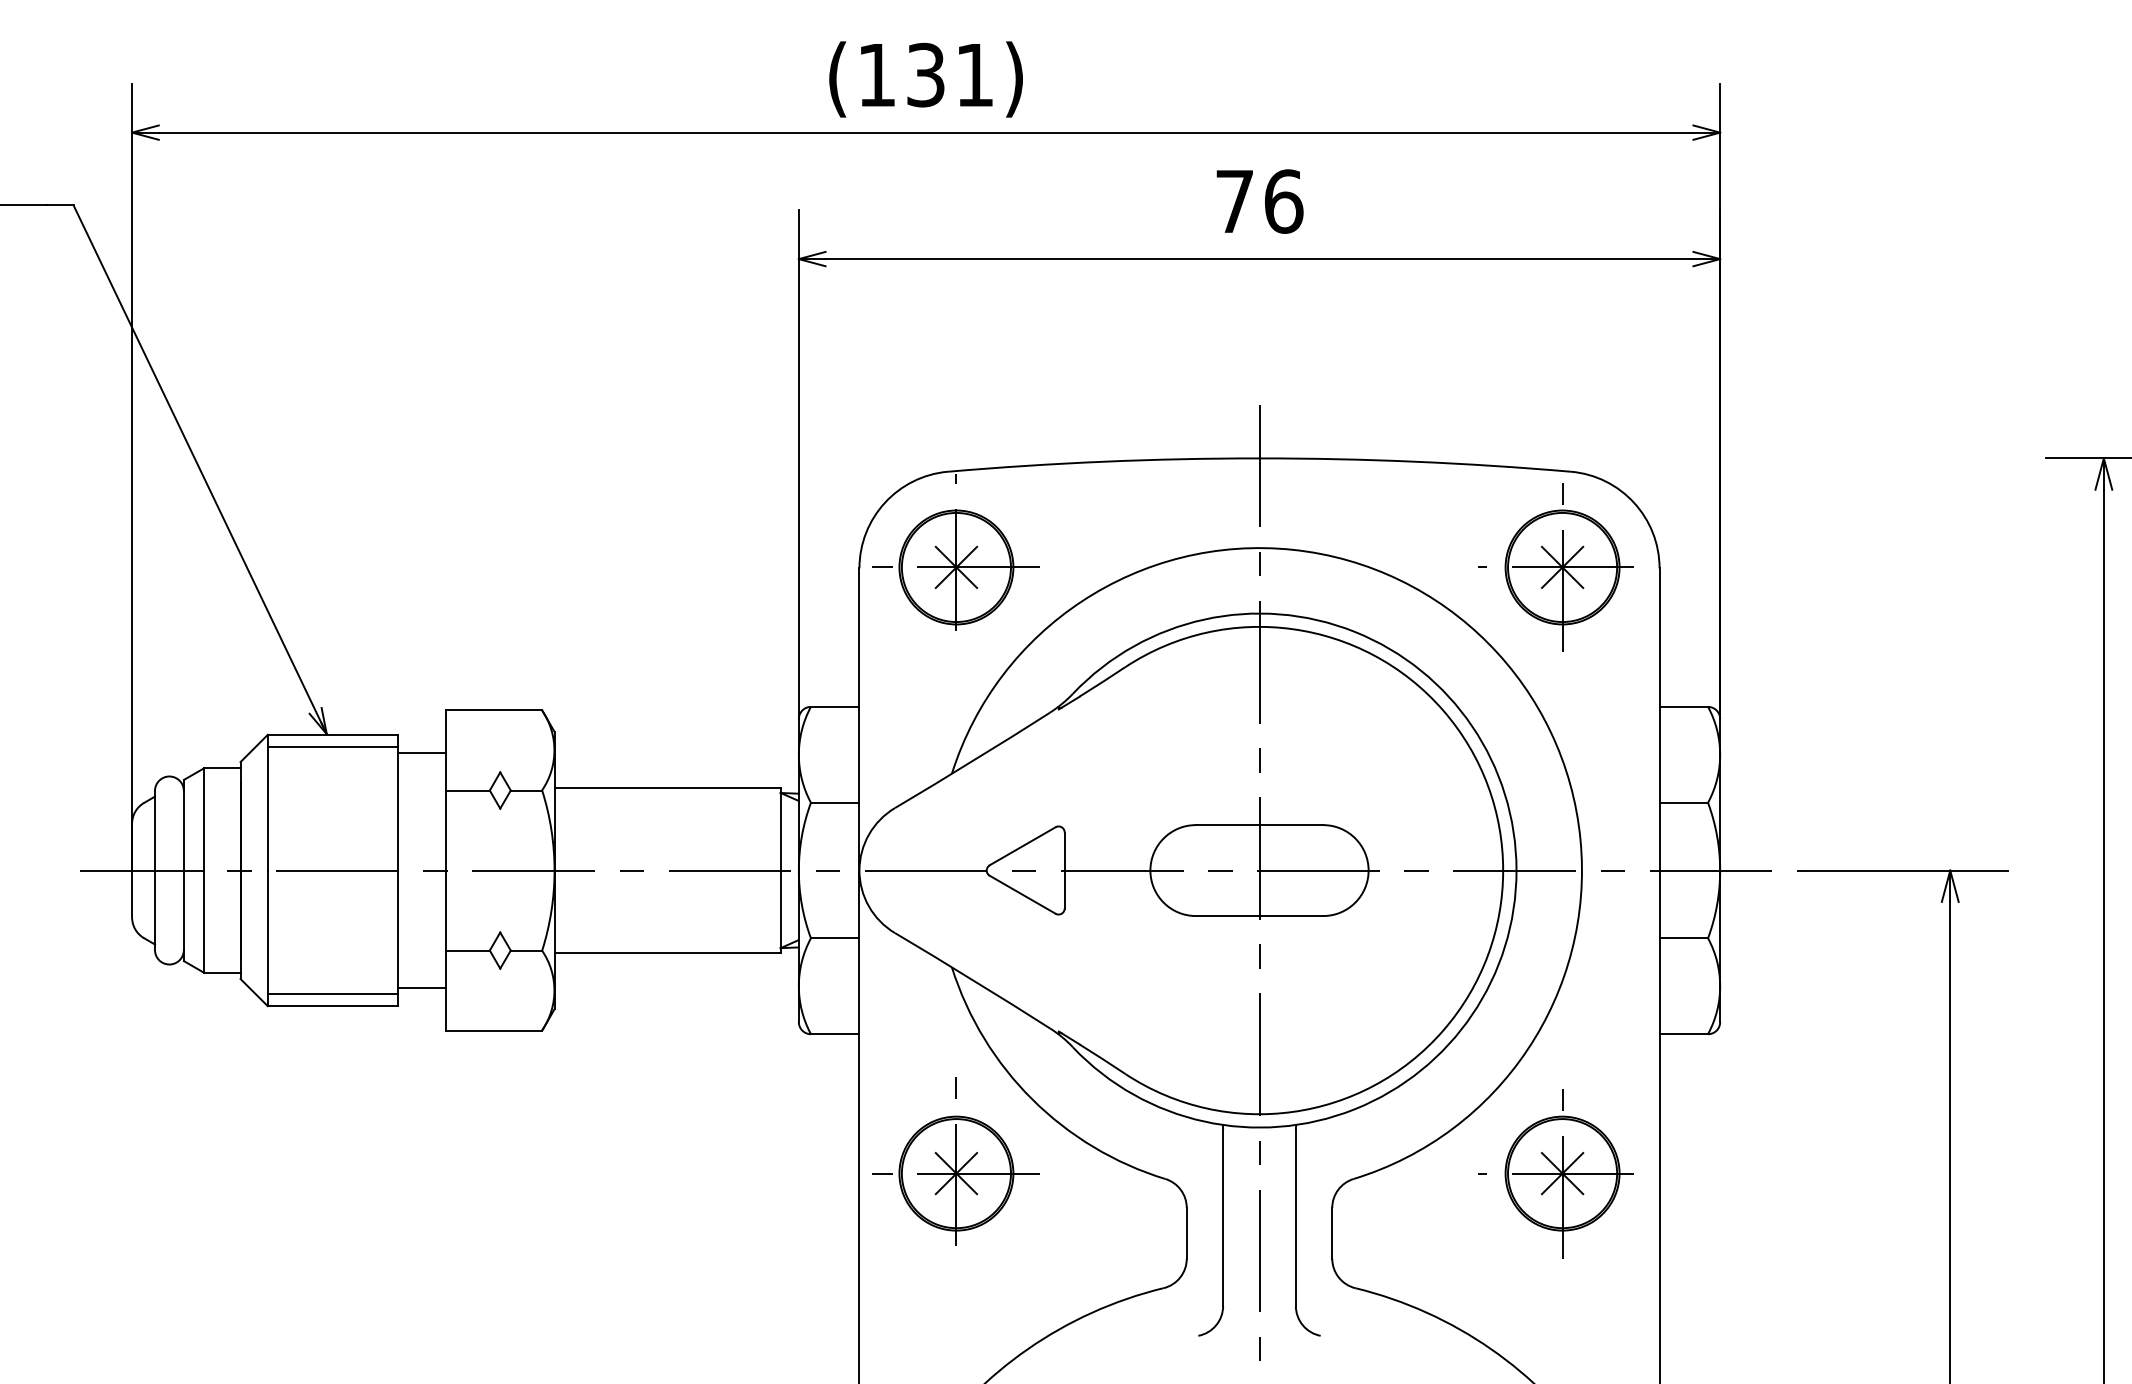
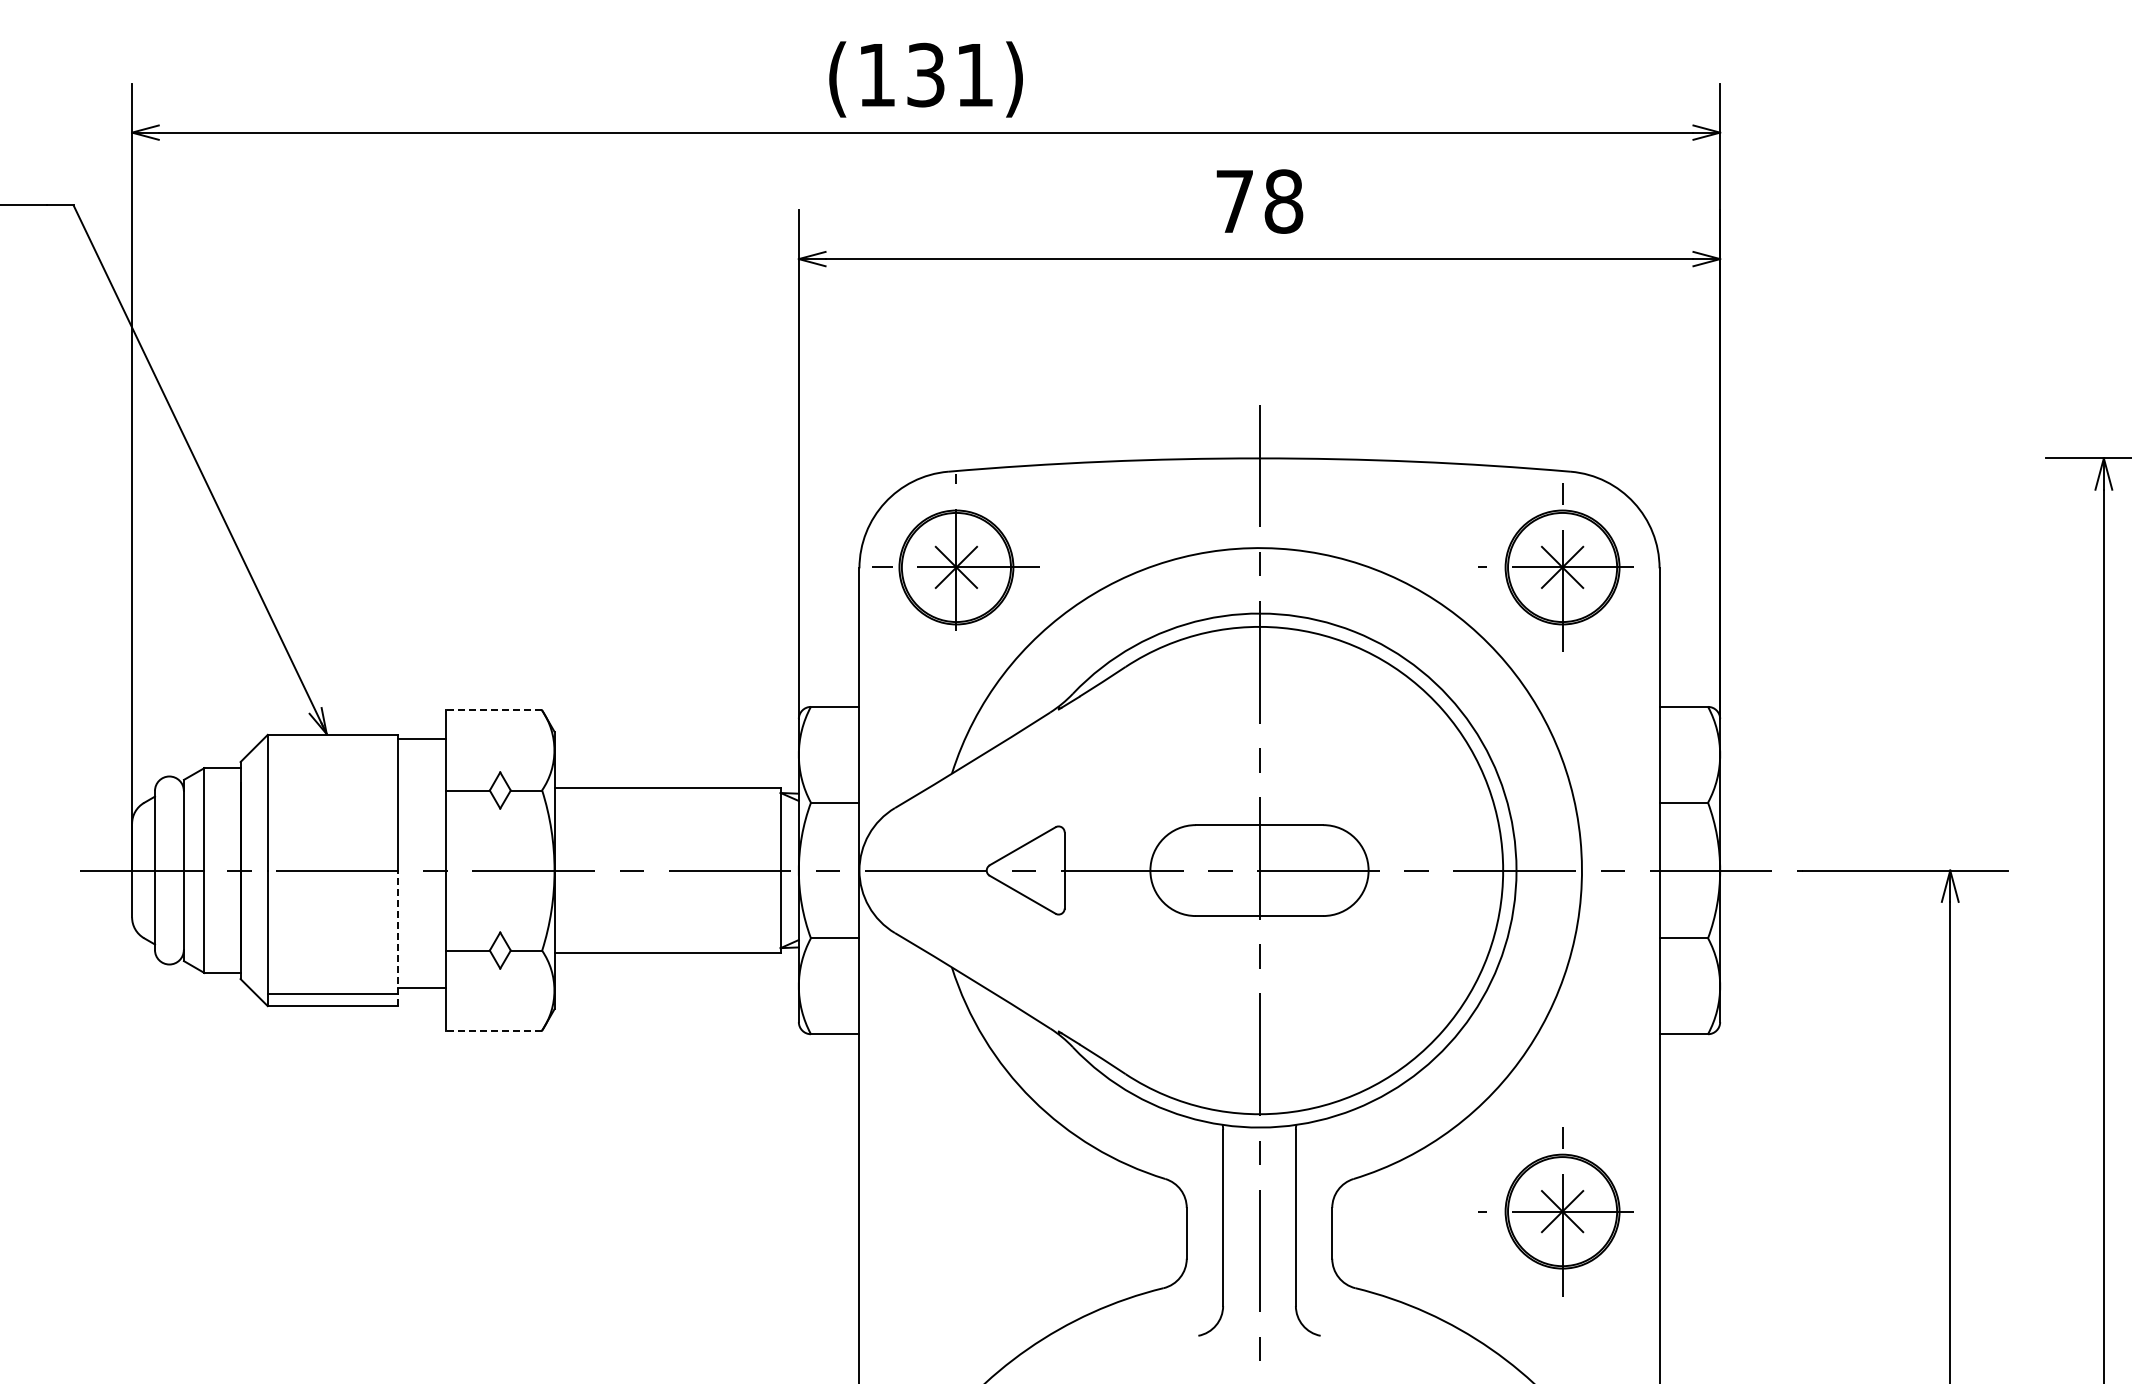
text at (1283, 201): 76 -> 78
line at (493, 710): solid -> dashed
line at (332, 747): present -> none
line at (421, 752) position: (421, 752) -> (421, 738)
line at (397, 938): solid -> dashed
line at (493, 1030): solid -> dashed
part at (955, 1161): present -> none
part at (1555, 1173) position: (1555, 1173) -> (1555, 1211)
